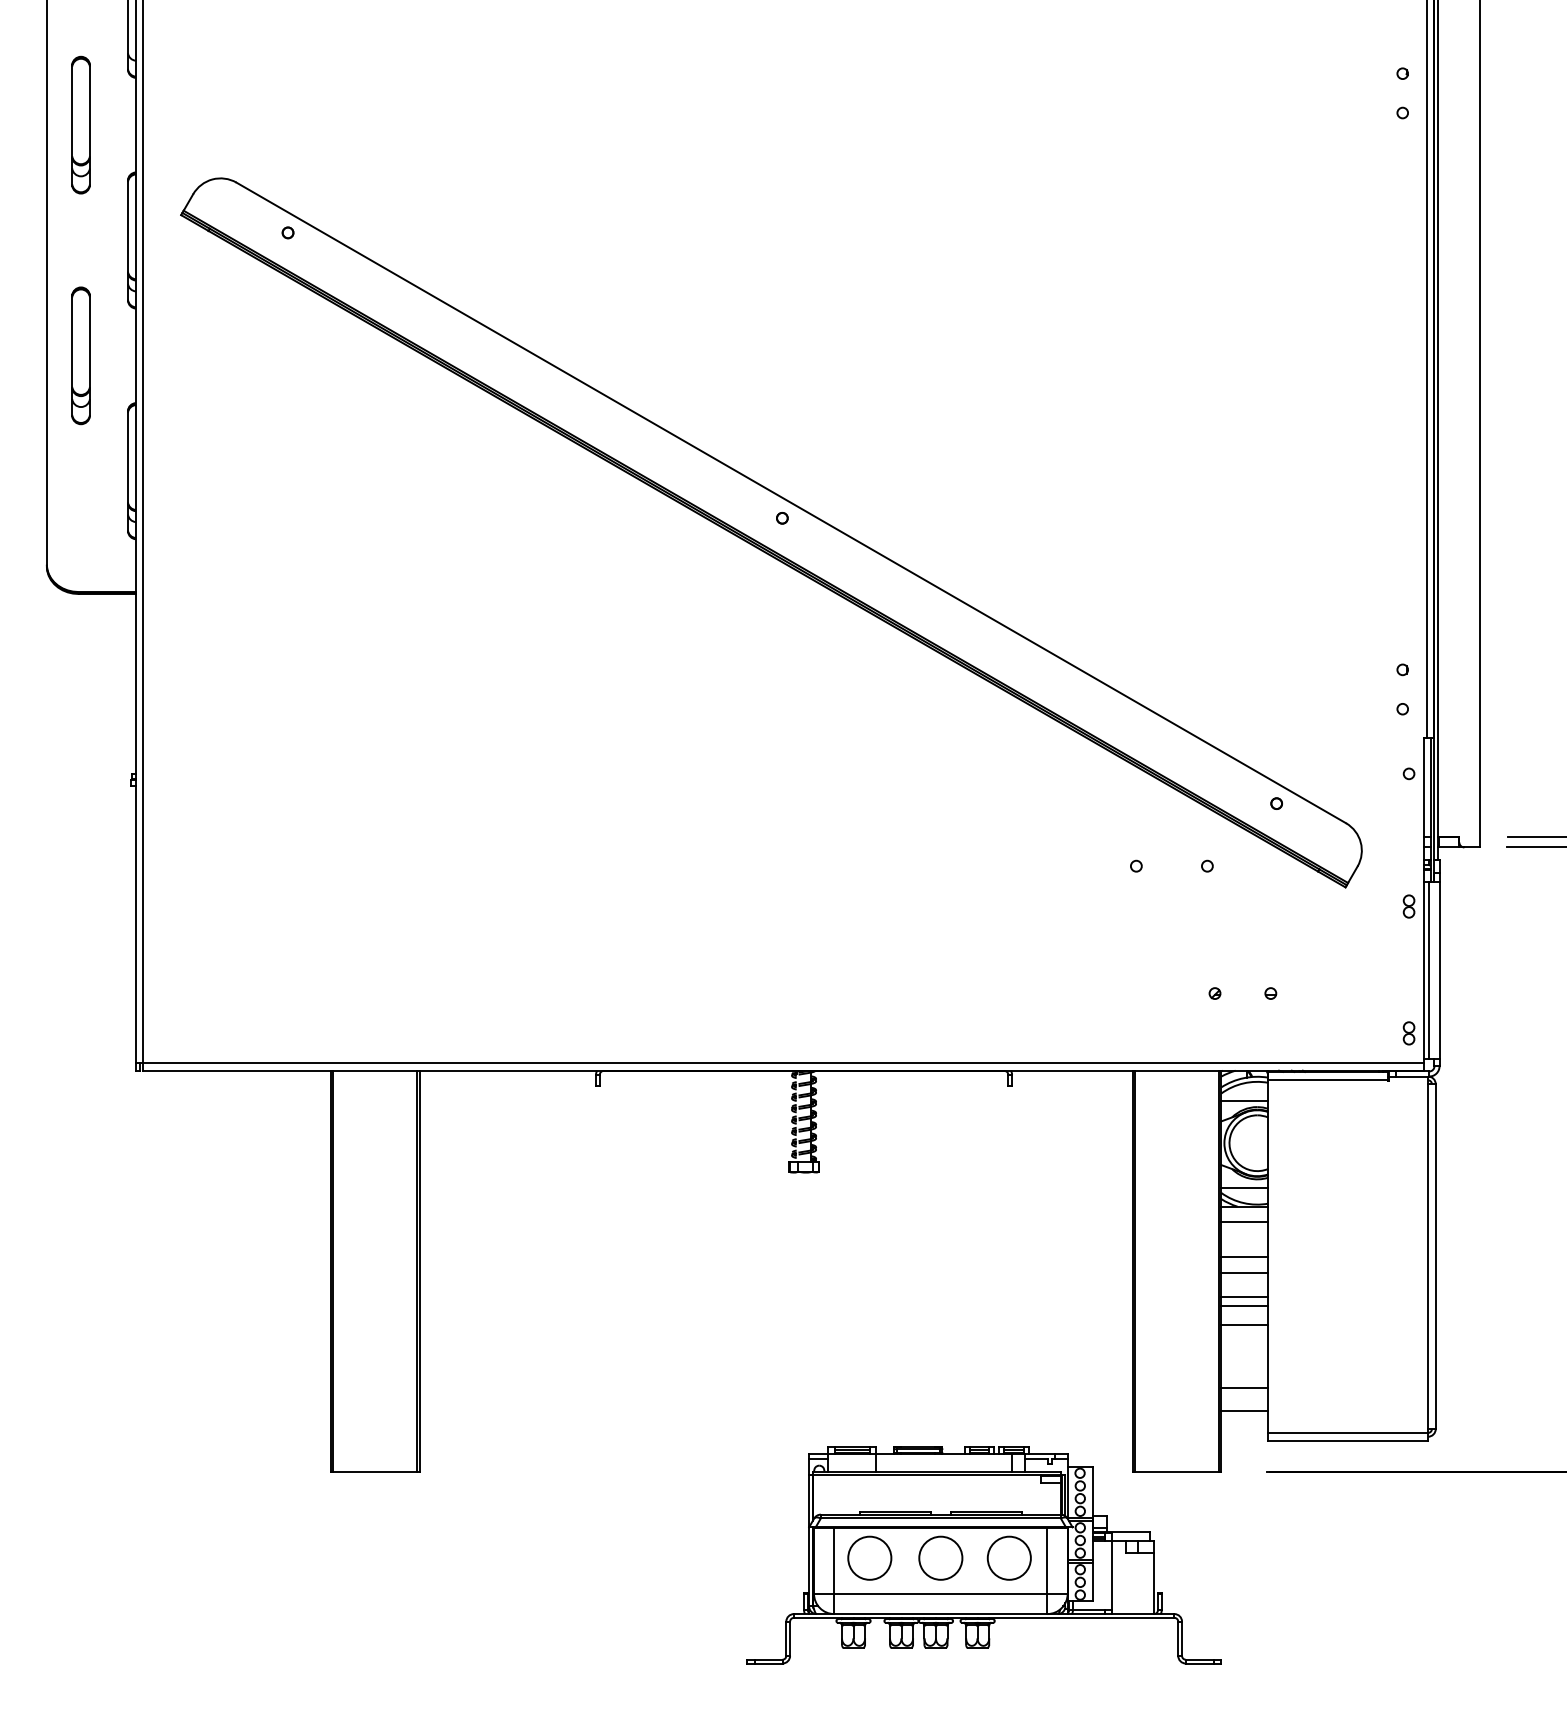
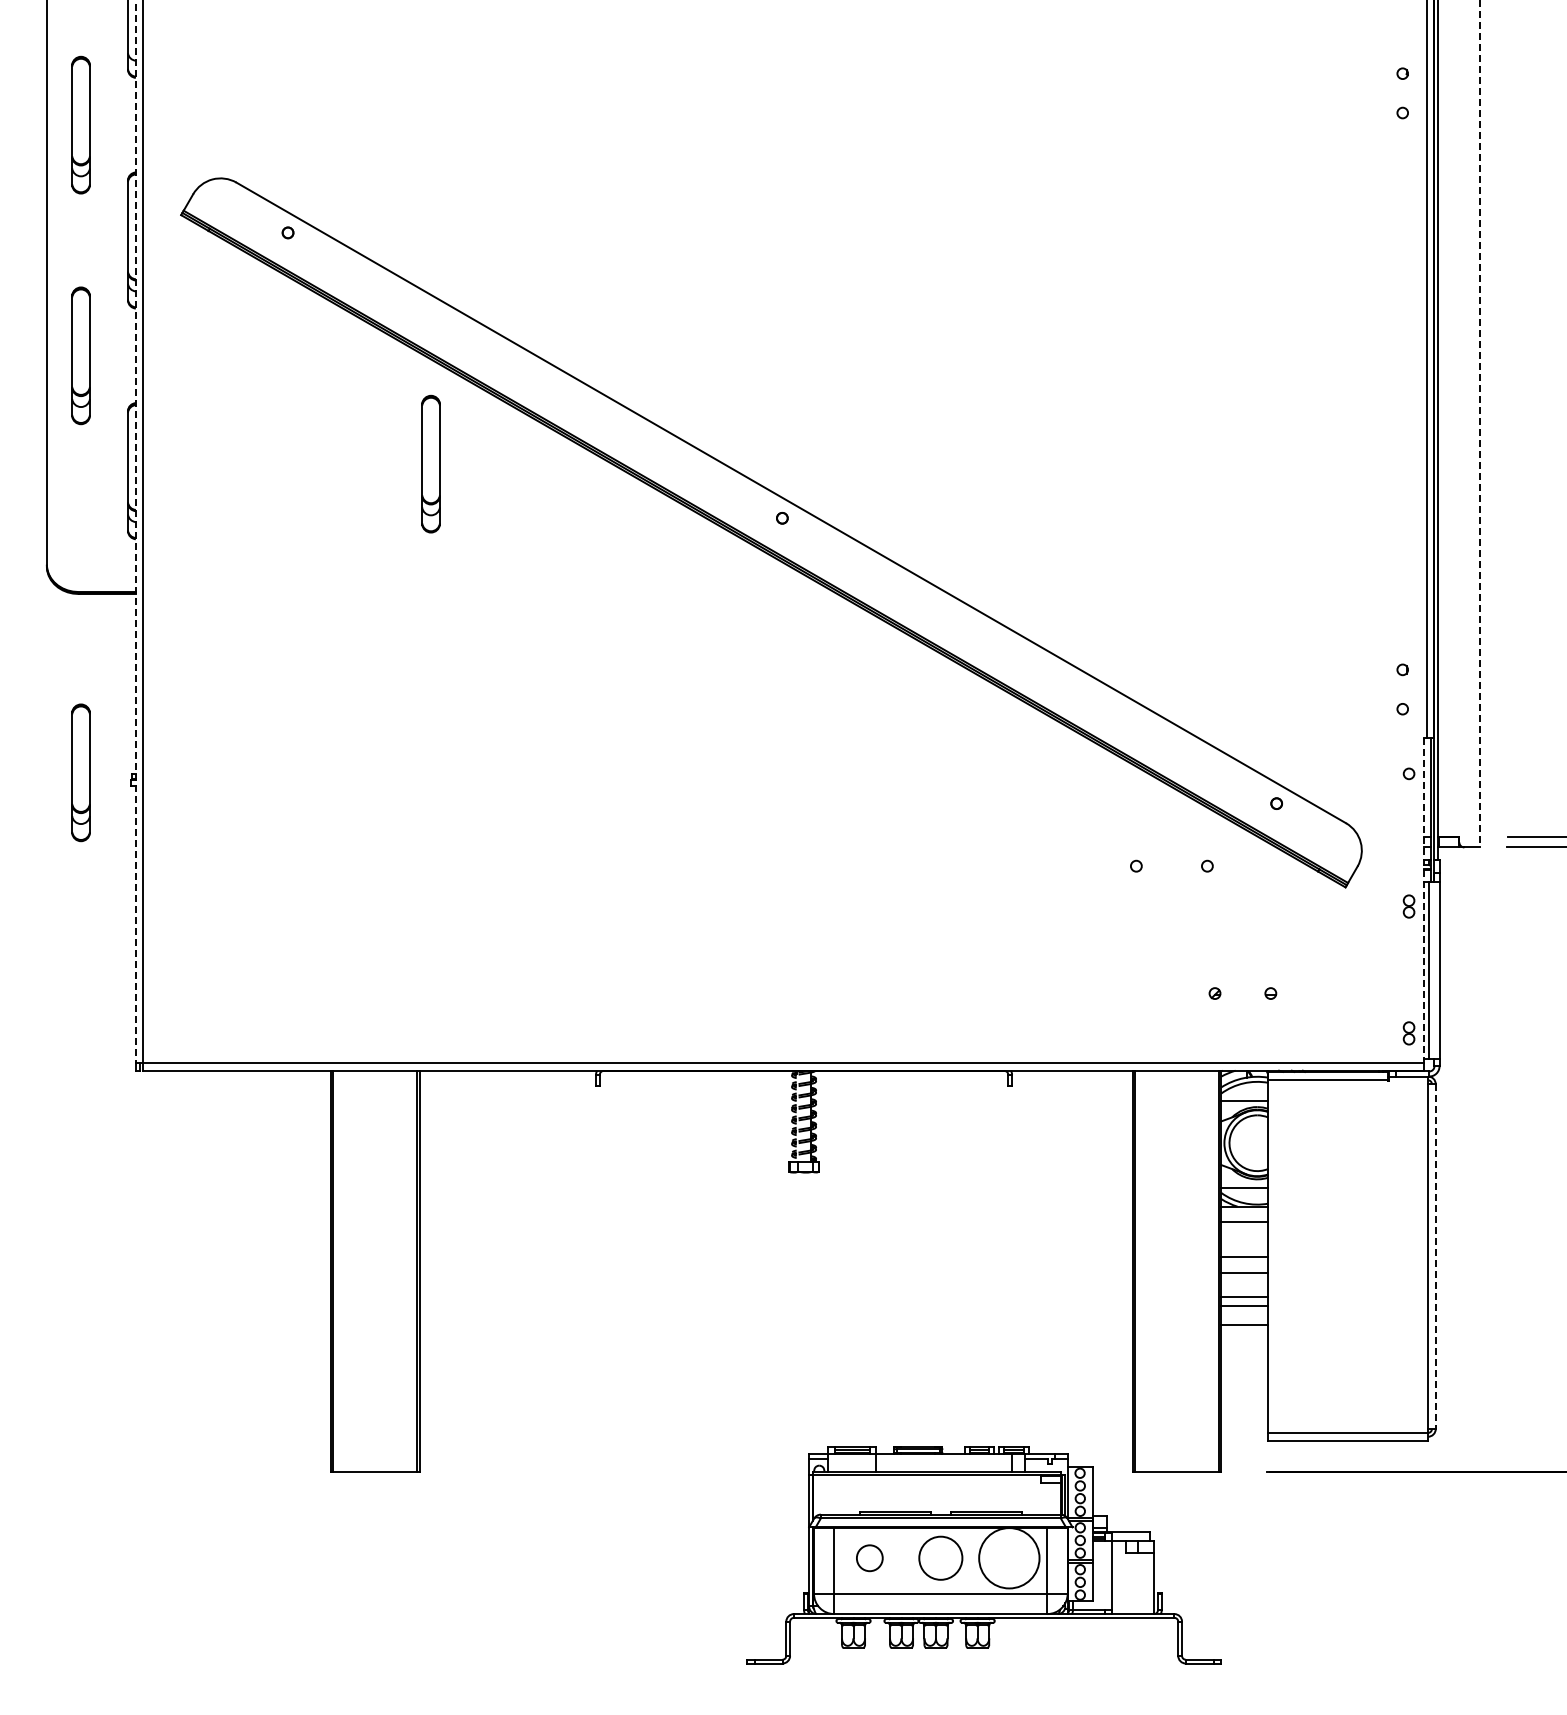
line at (1480, 424): solid -> dashed
part at (430, 463): none -> present
line at (135, 532): solid -> dashed
part at (80, 772): none -> present
line at (1423, 901): solid -> dashed
line at (1435, 1256): solid -> dashed
line at (1244, 1388): present -> none
line at (1244, 1411): present -> none
circle at (869, 1557) diameter: 43 px -> 26 px
circle at (1008, 1557) diameter: 43 px -> 60 px
